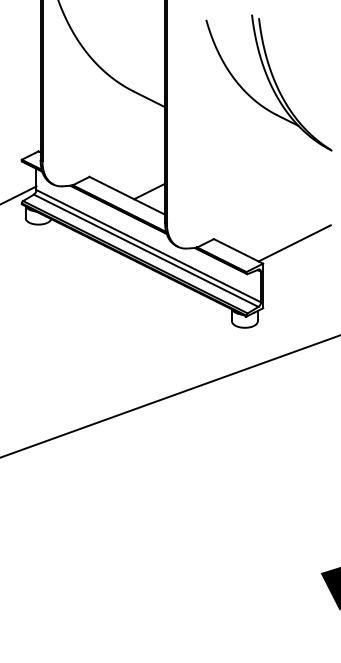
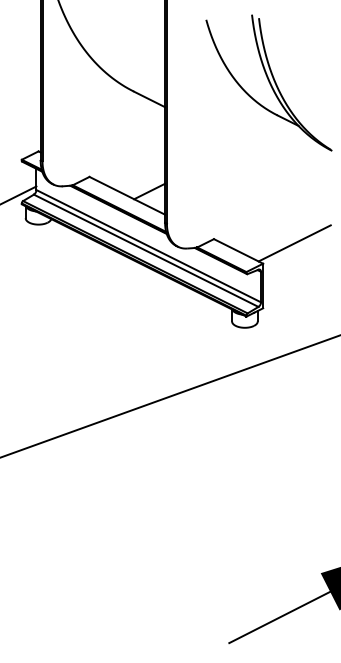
line at (279, 617): none -> present
